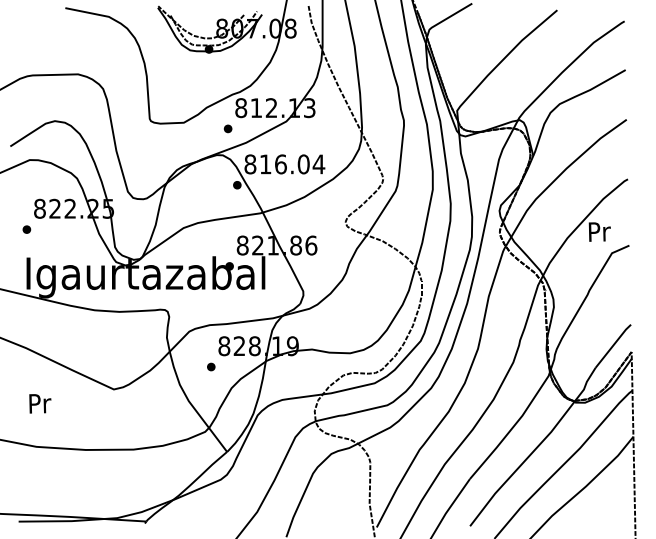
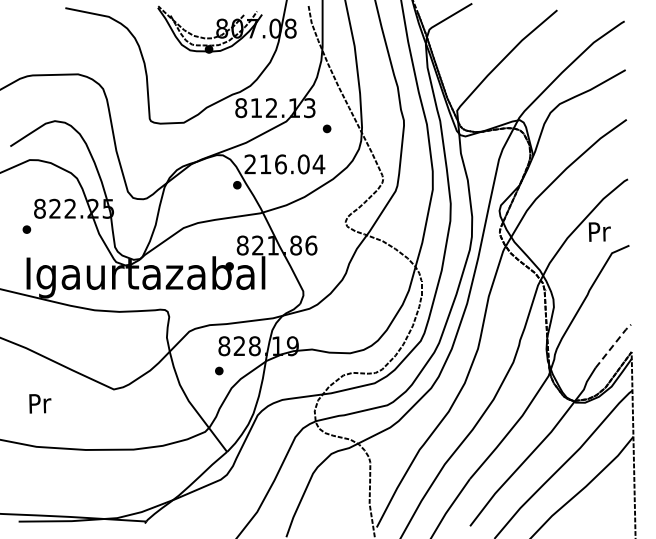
part at (227, 128) position: (227, 128) -> (326, 128)
text at (250, 164): 816.04 -> 216.04
line at (613, 345): solid -> dashed
part at (211, 366) position: (211, 366) -> (219, 370)
